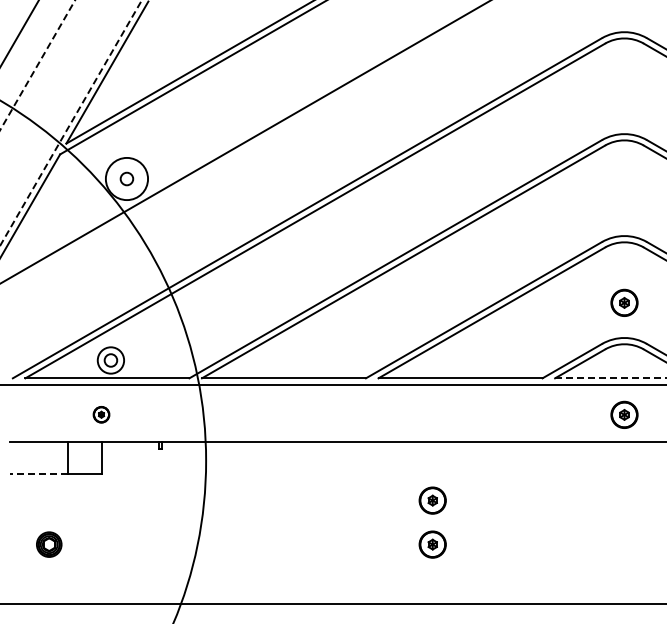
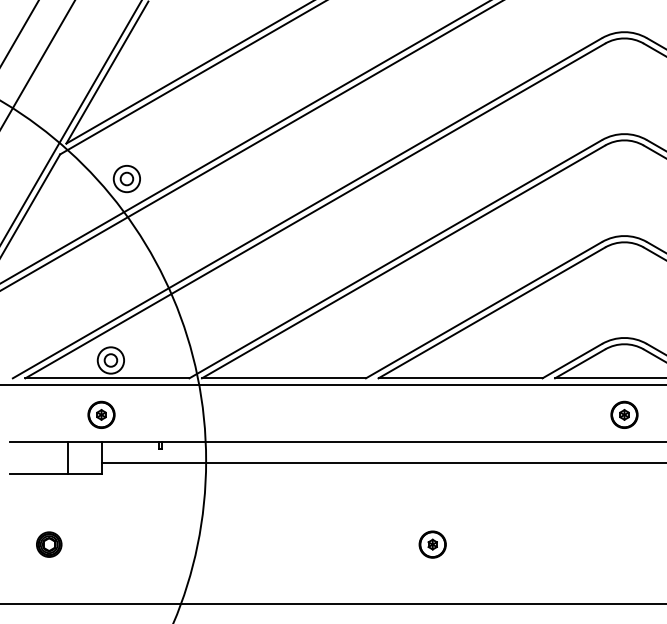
line at (37, 65): dashed -> solid
line at (70, 123): dashed -> solid
line at (251, 145): none -> present
circle at (126, 178) diameter: 42 px -> 26 px
part at (624, 302): present -> none
line at (611, 378): dashed -> solid
part at (101, 414) size: 19x18 px -> 29x29 px
line at (382, 463): none -> present
line at (38, 473): dashed -> solid
part at (432, 500): present -> none
